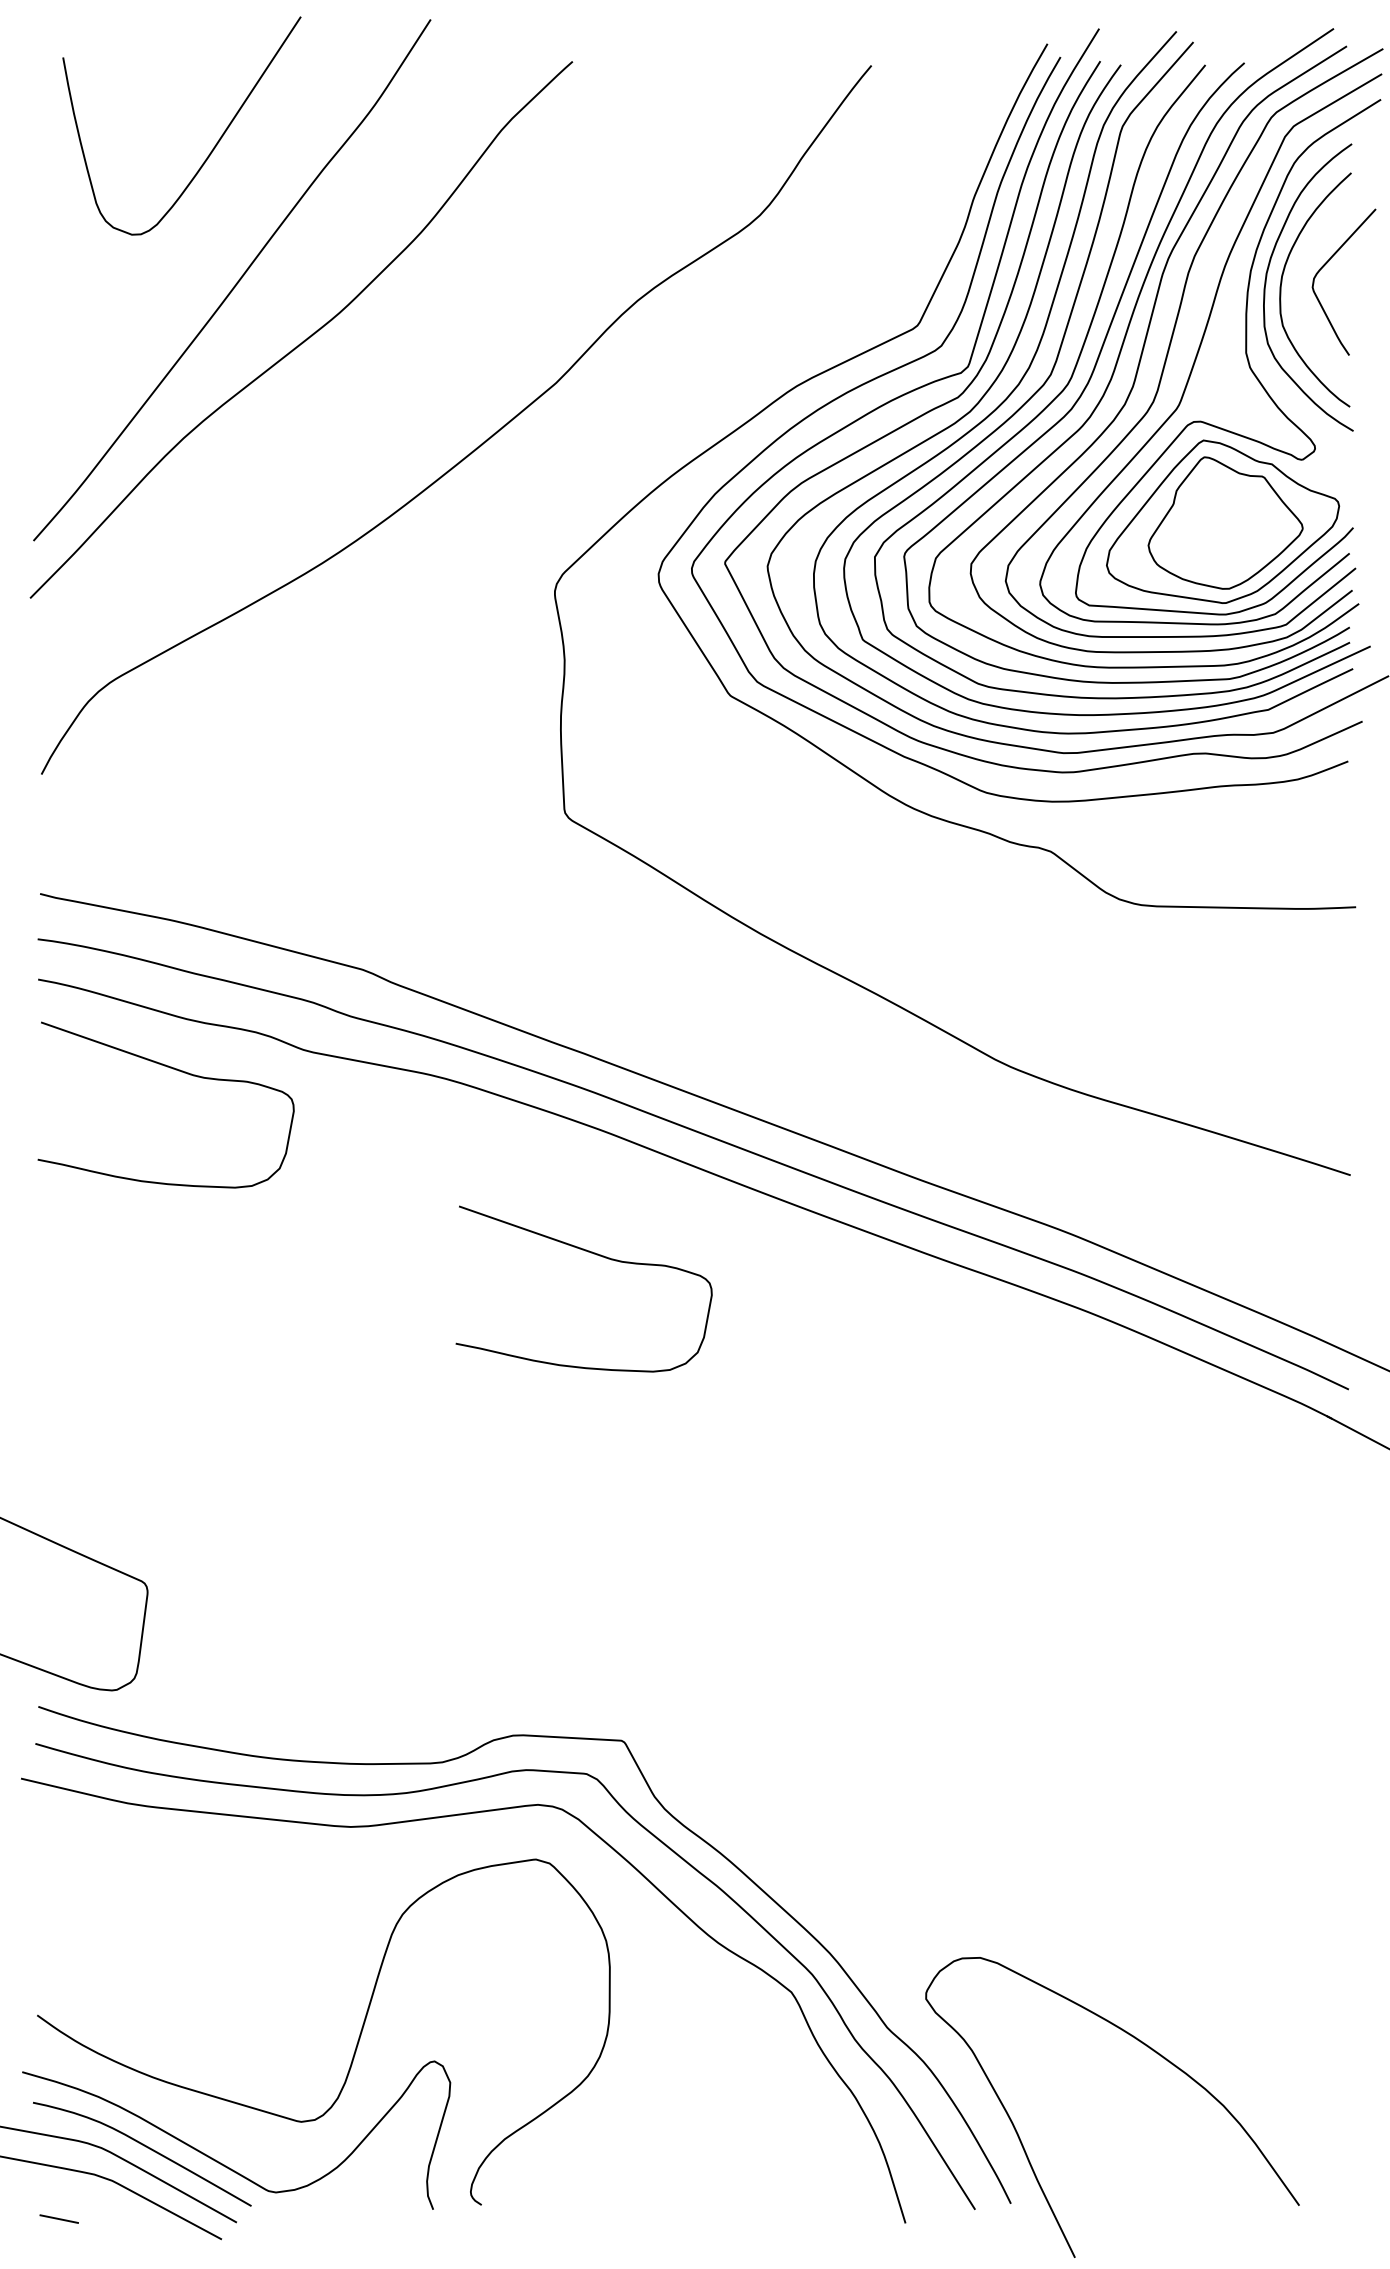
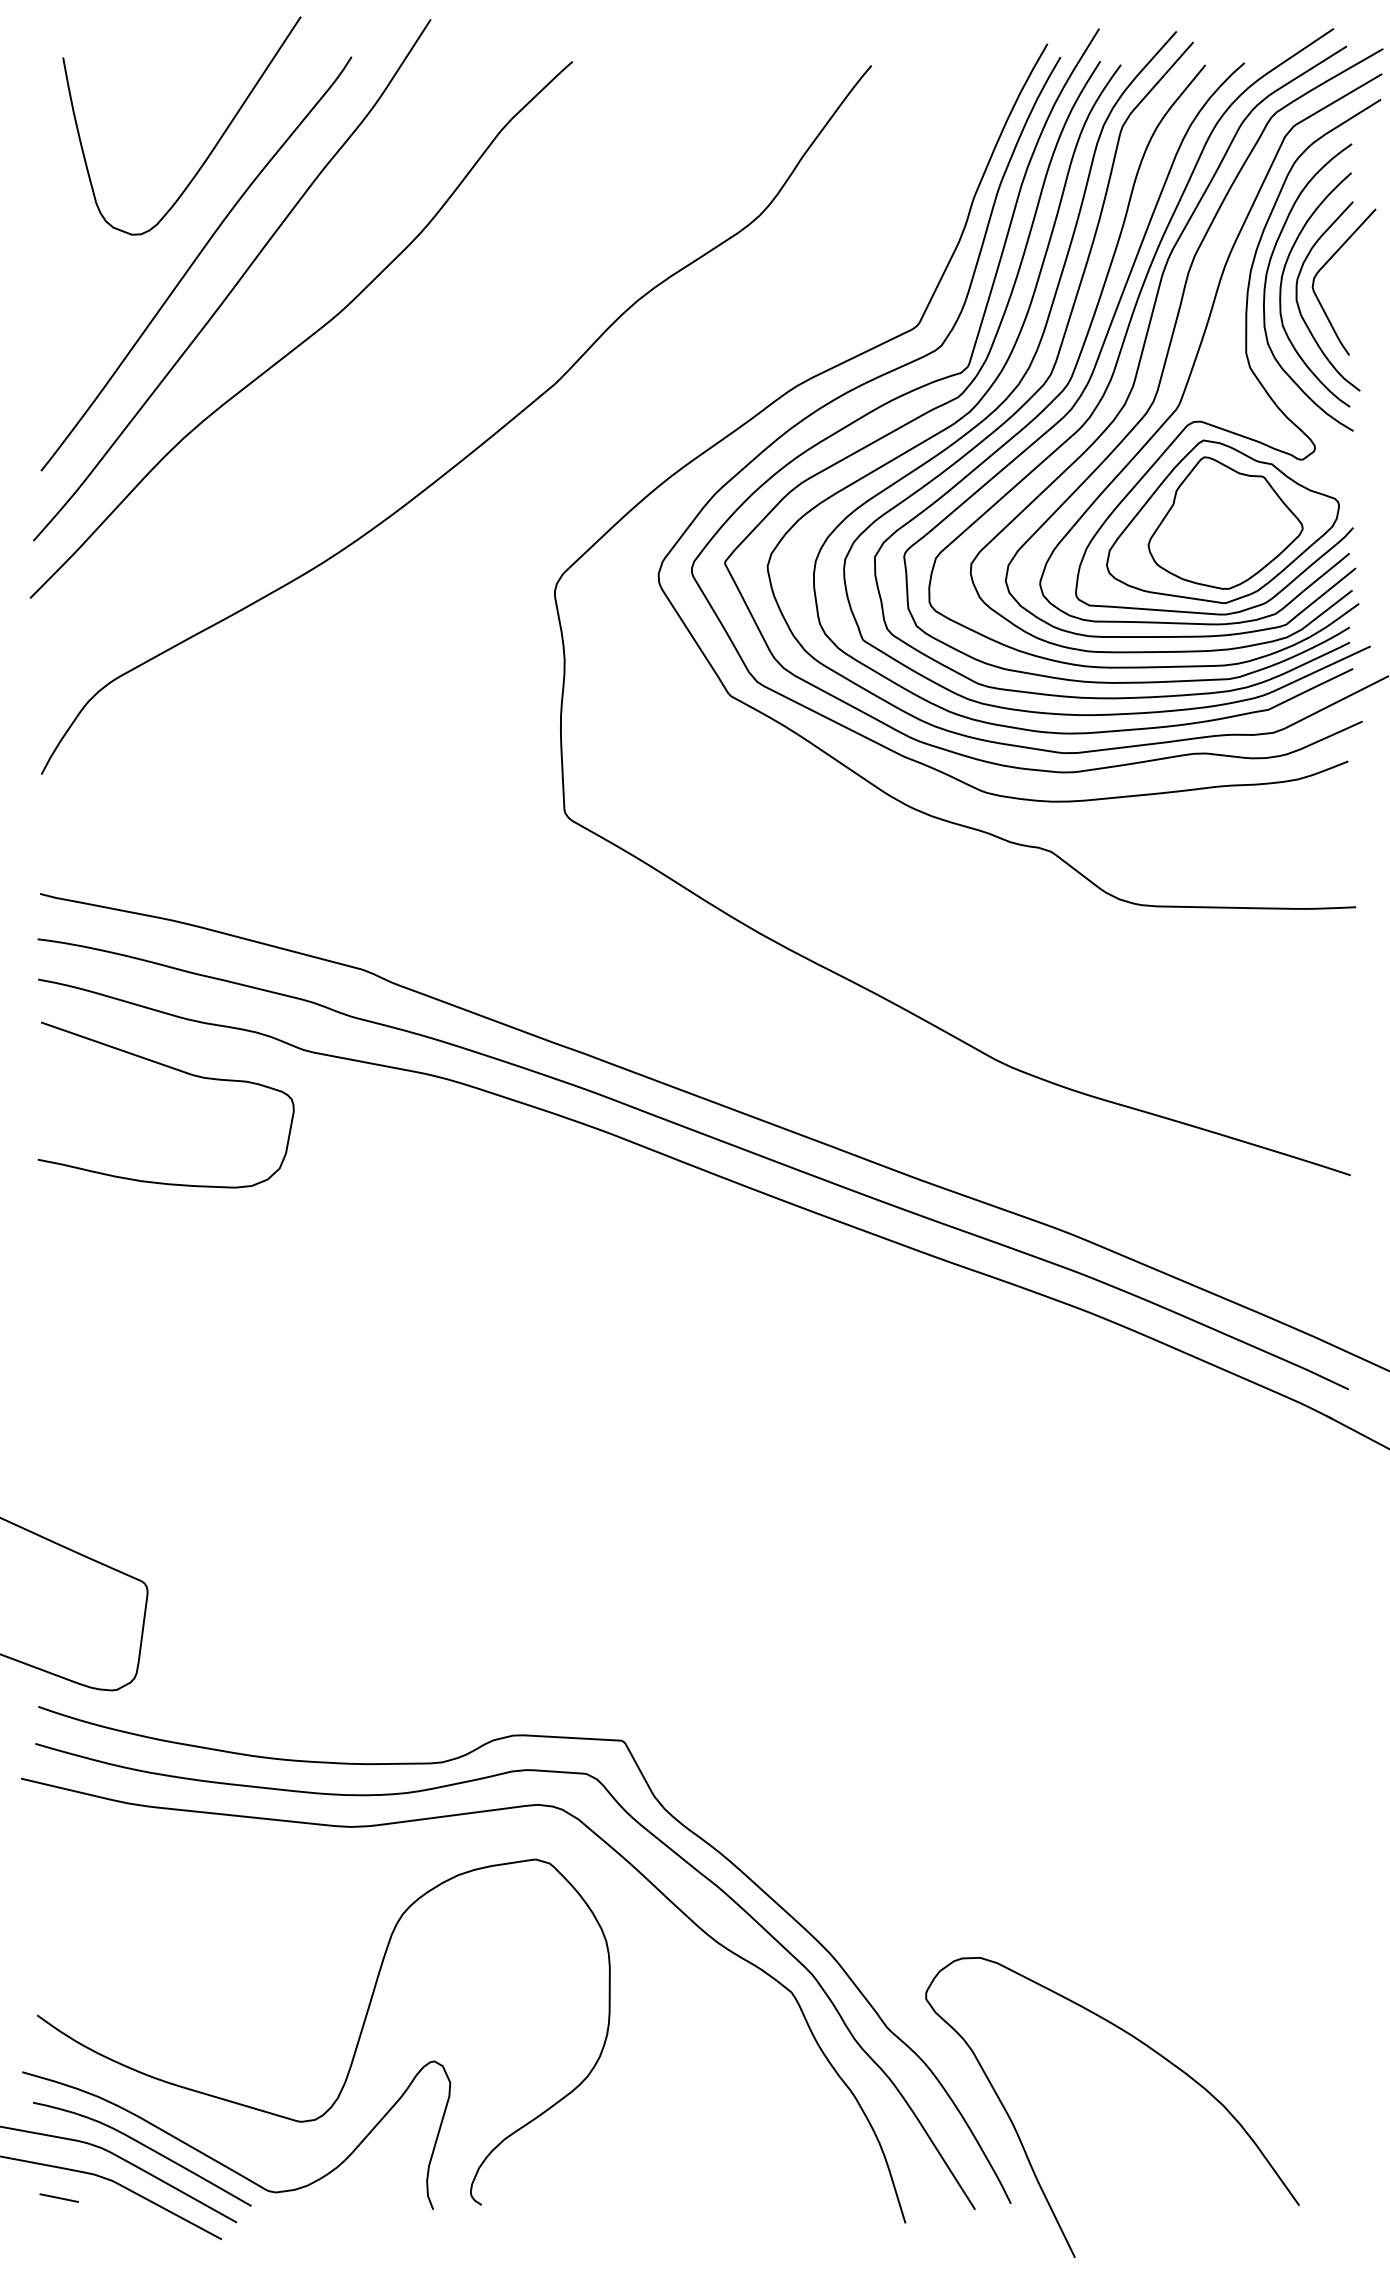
curve at (195, 261): none -> present
curve at (1299, 305): none -> present
curve at (593, 1254): present -> none
line at (58, 2218) position: (58, 2218) -> (58, 2197)
